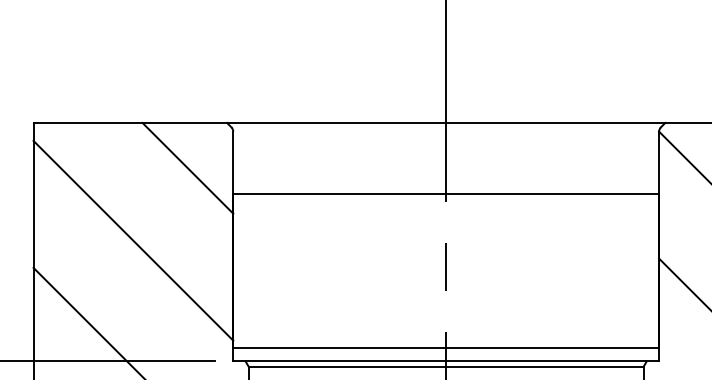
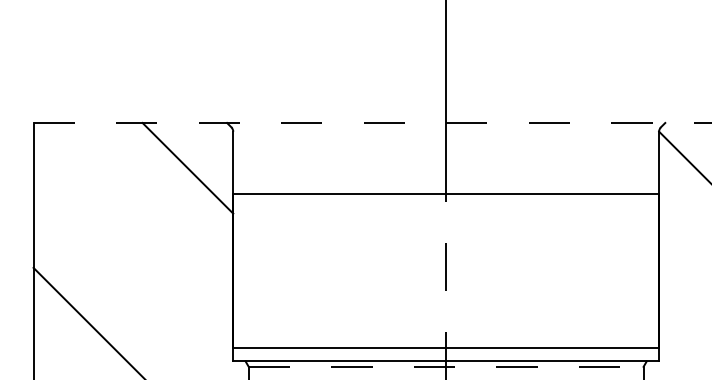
line at (372, 122): solid -> dashed
line at (133, 240): present -> none
line at (683, 283): present -> none
line at (108, 361): present -> none
line at (446, 366): solid -> dashed
